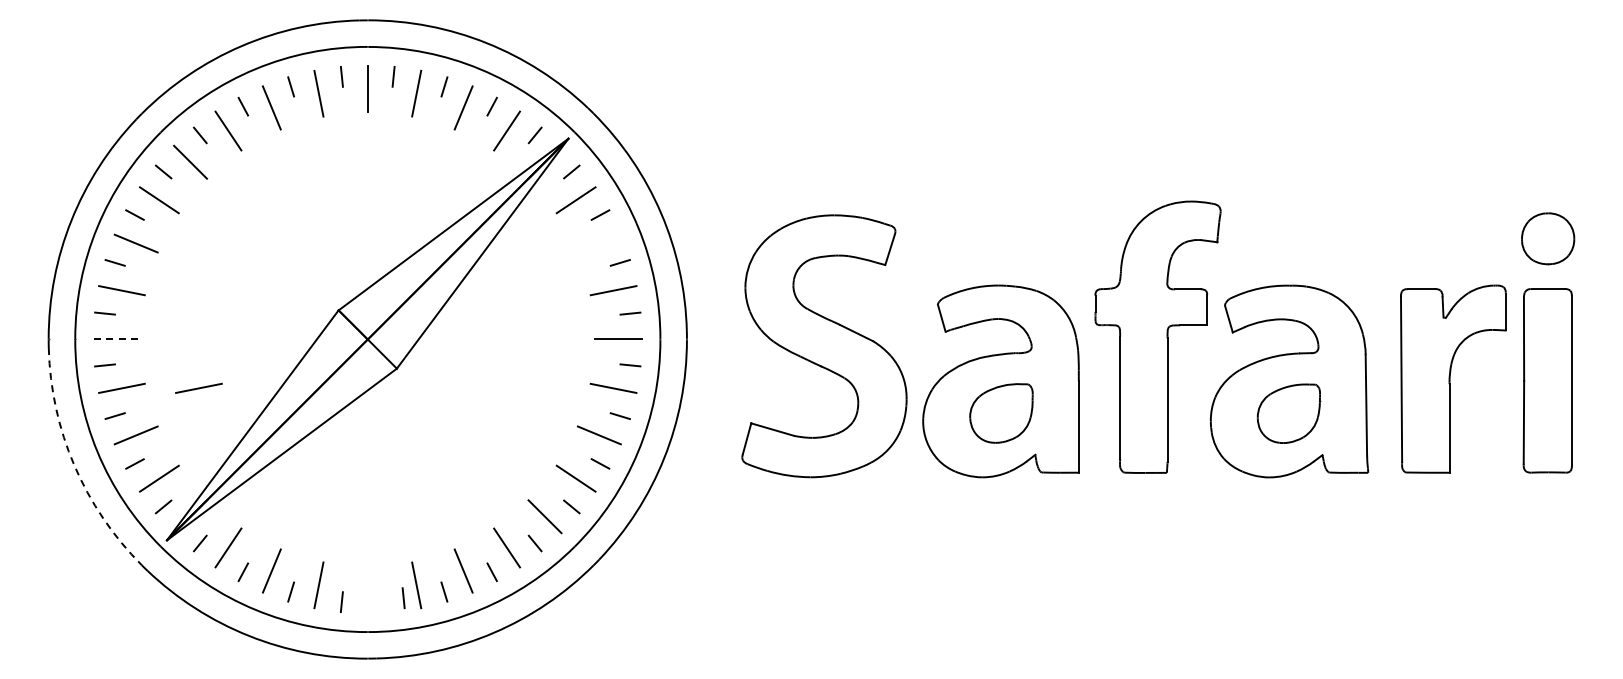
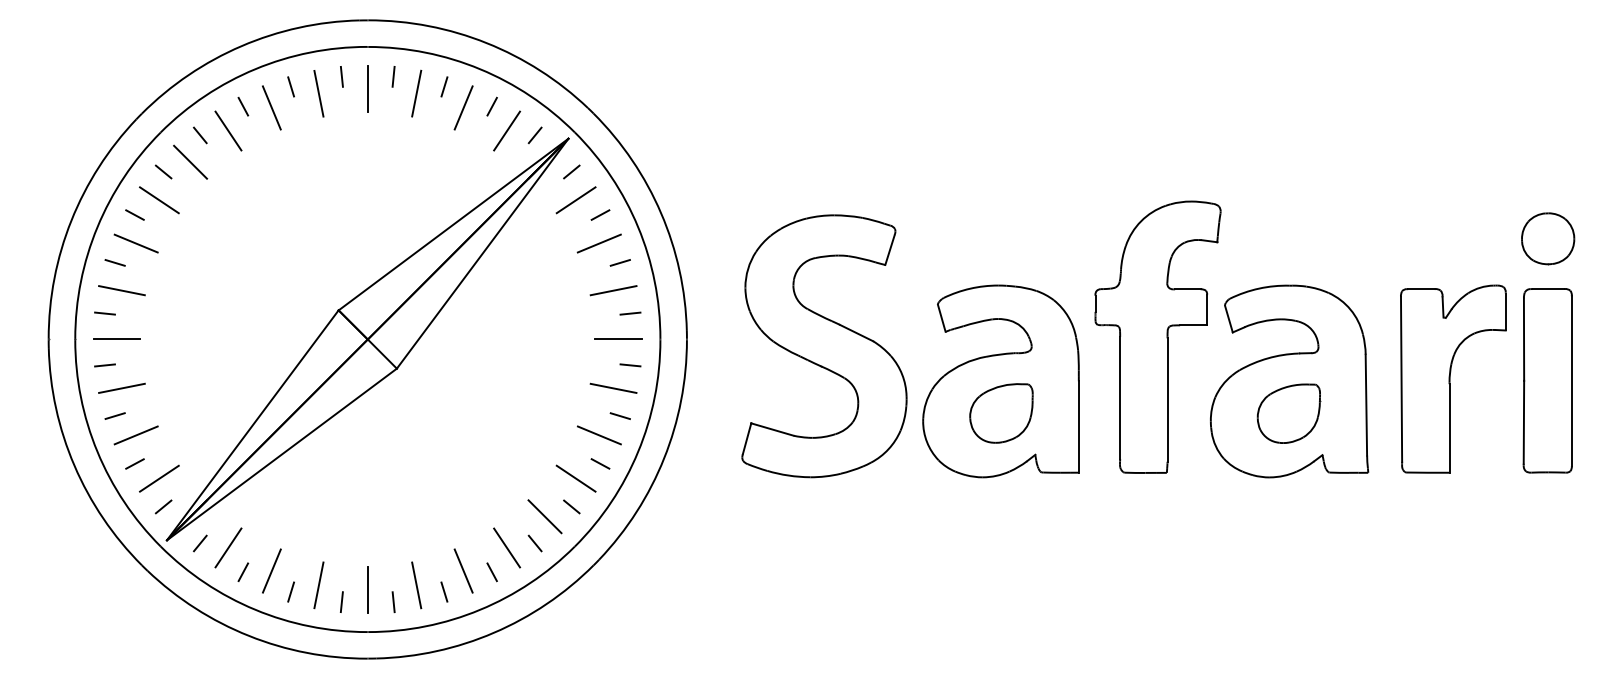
line at (598, 243): none -> present
line at (117, 339): dashed -> solid
line at (198, 387): present -> none
arc at (74, 465): dashed -> solid
line at (367, 589): none -> present
line at (403, 598) position: (403, 598) -> (393, 602)
